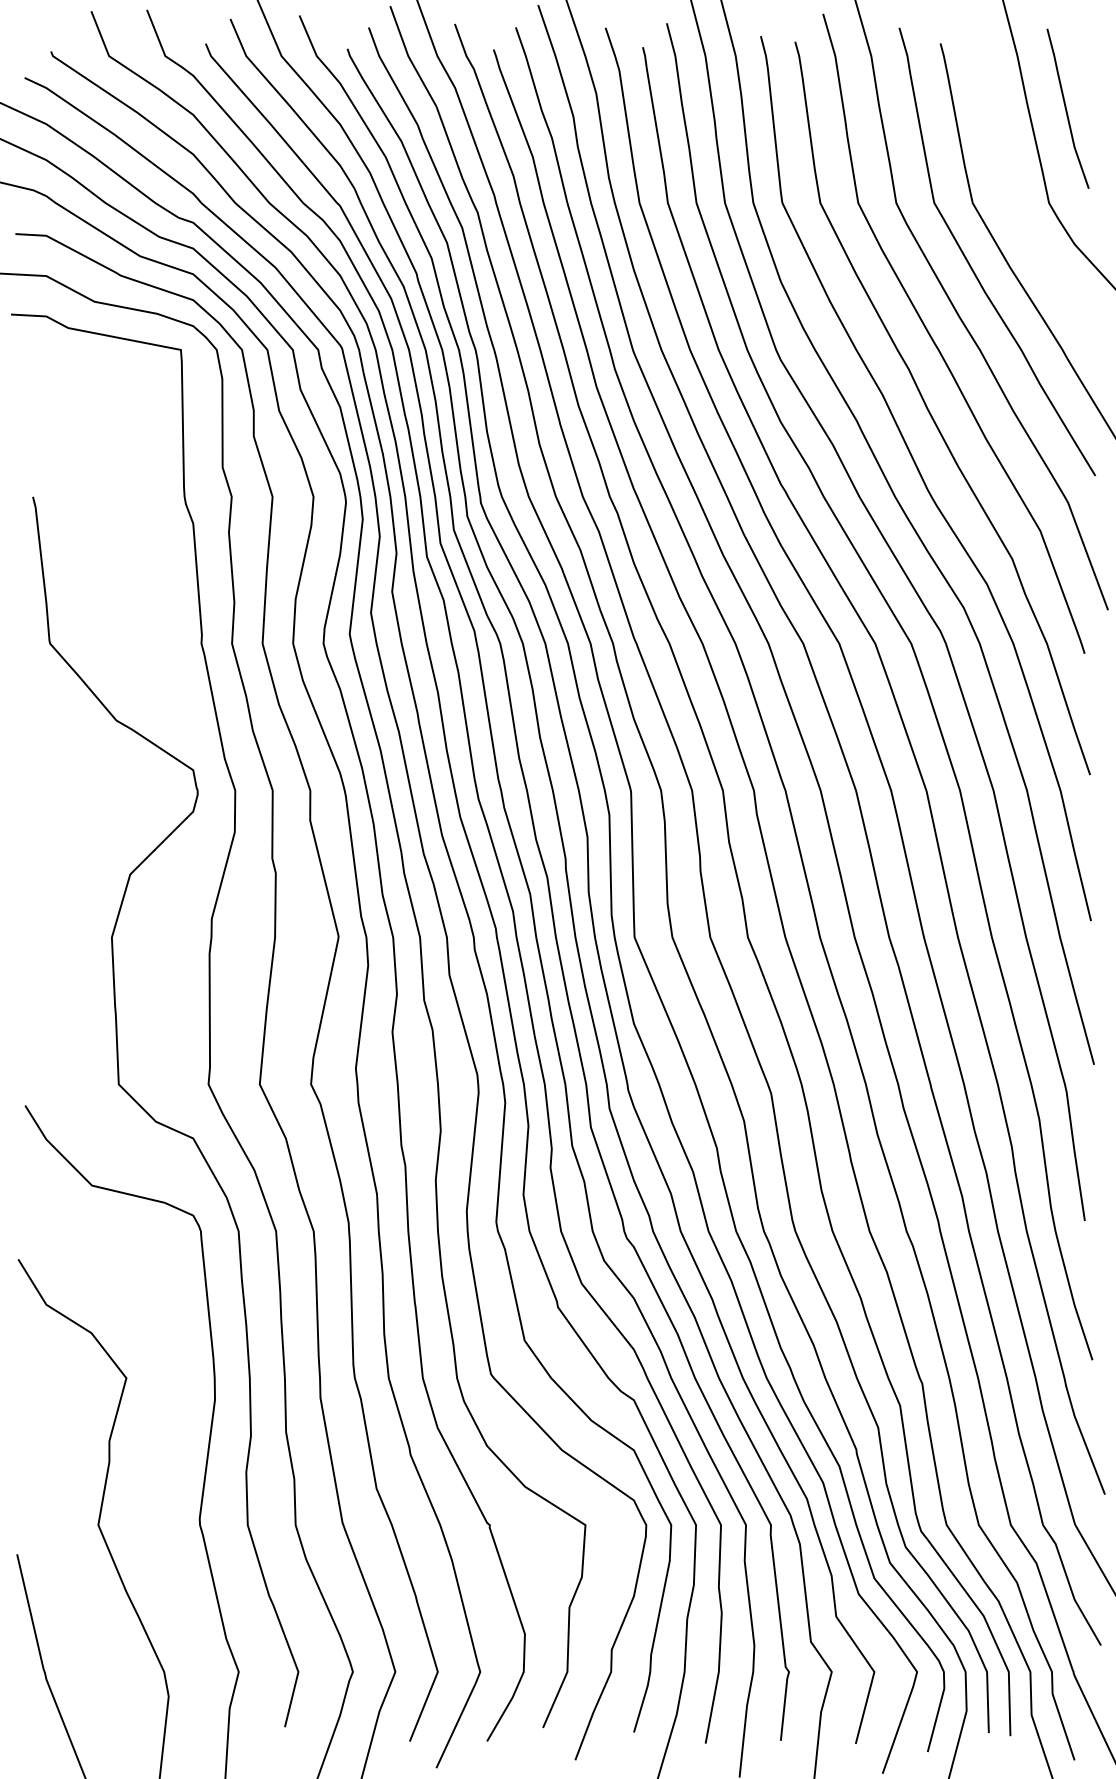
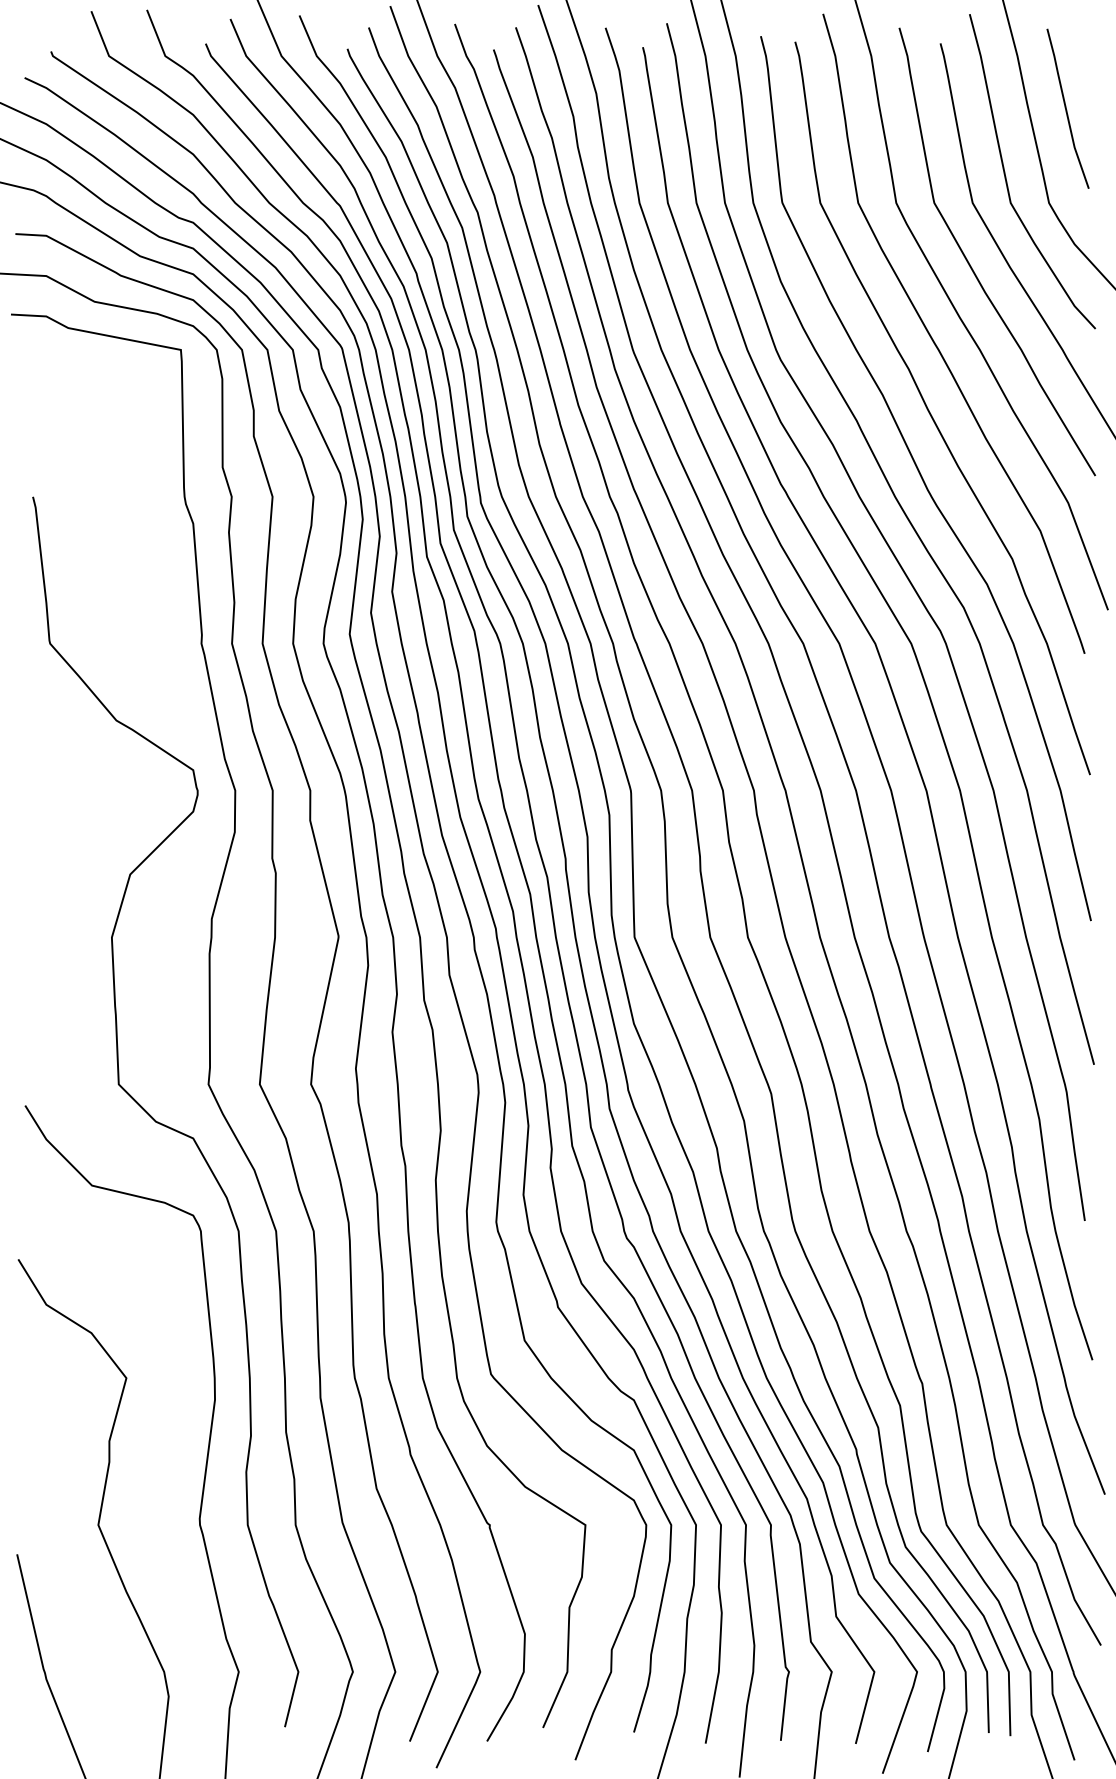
curve at (1006, 176): none -> present
